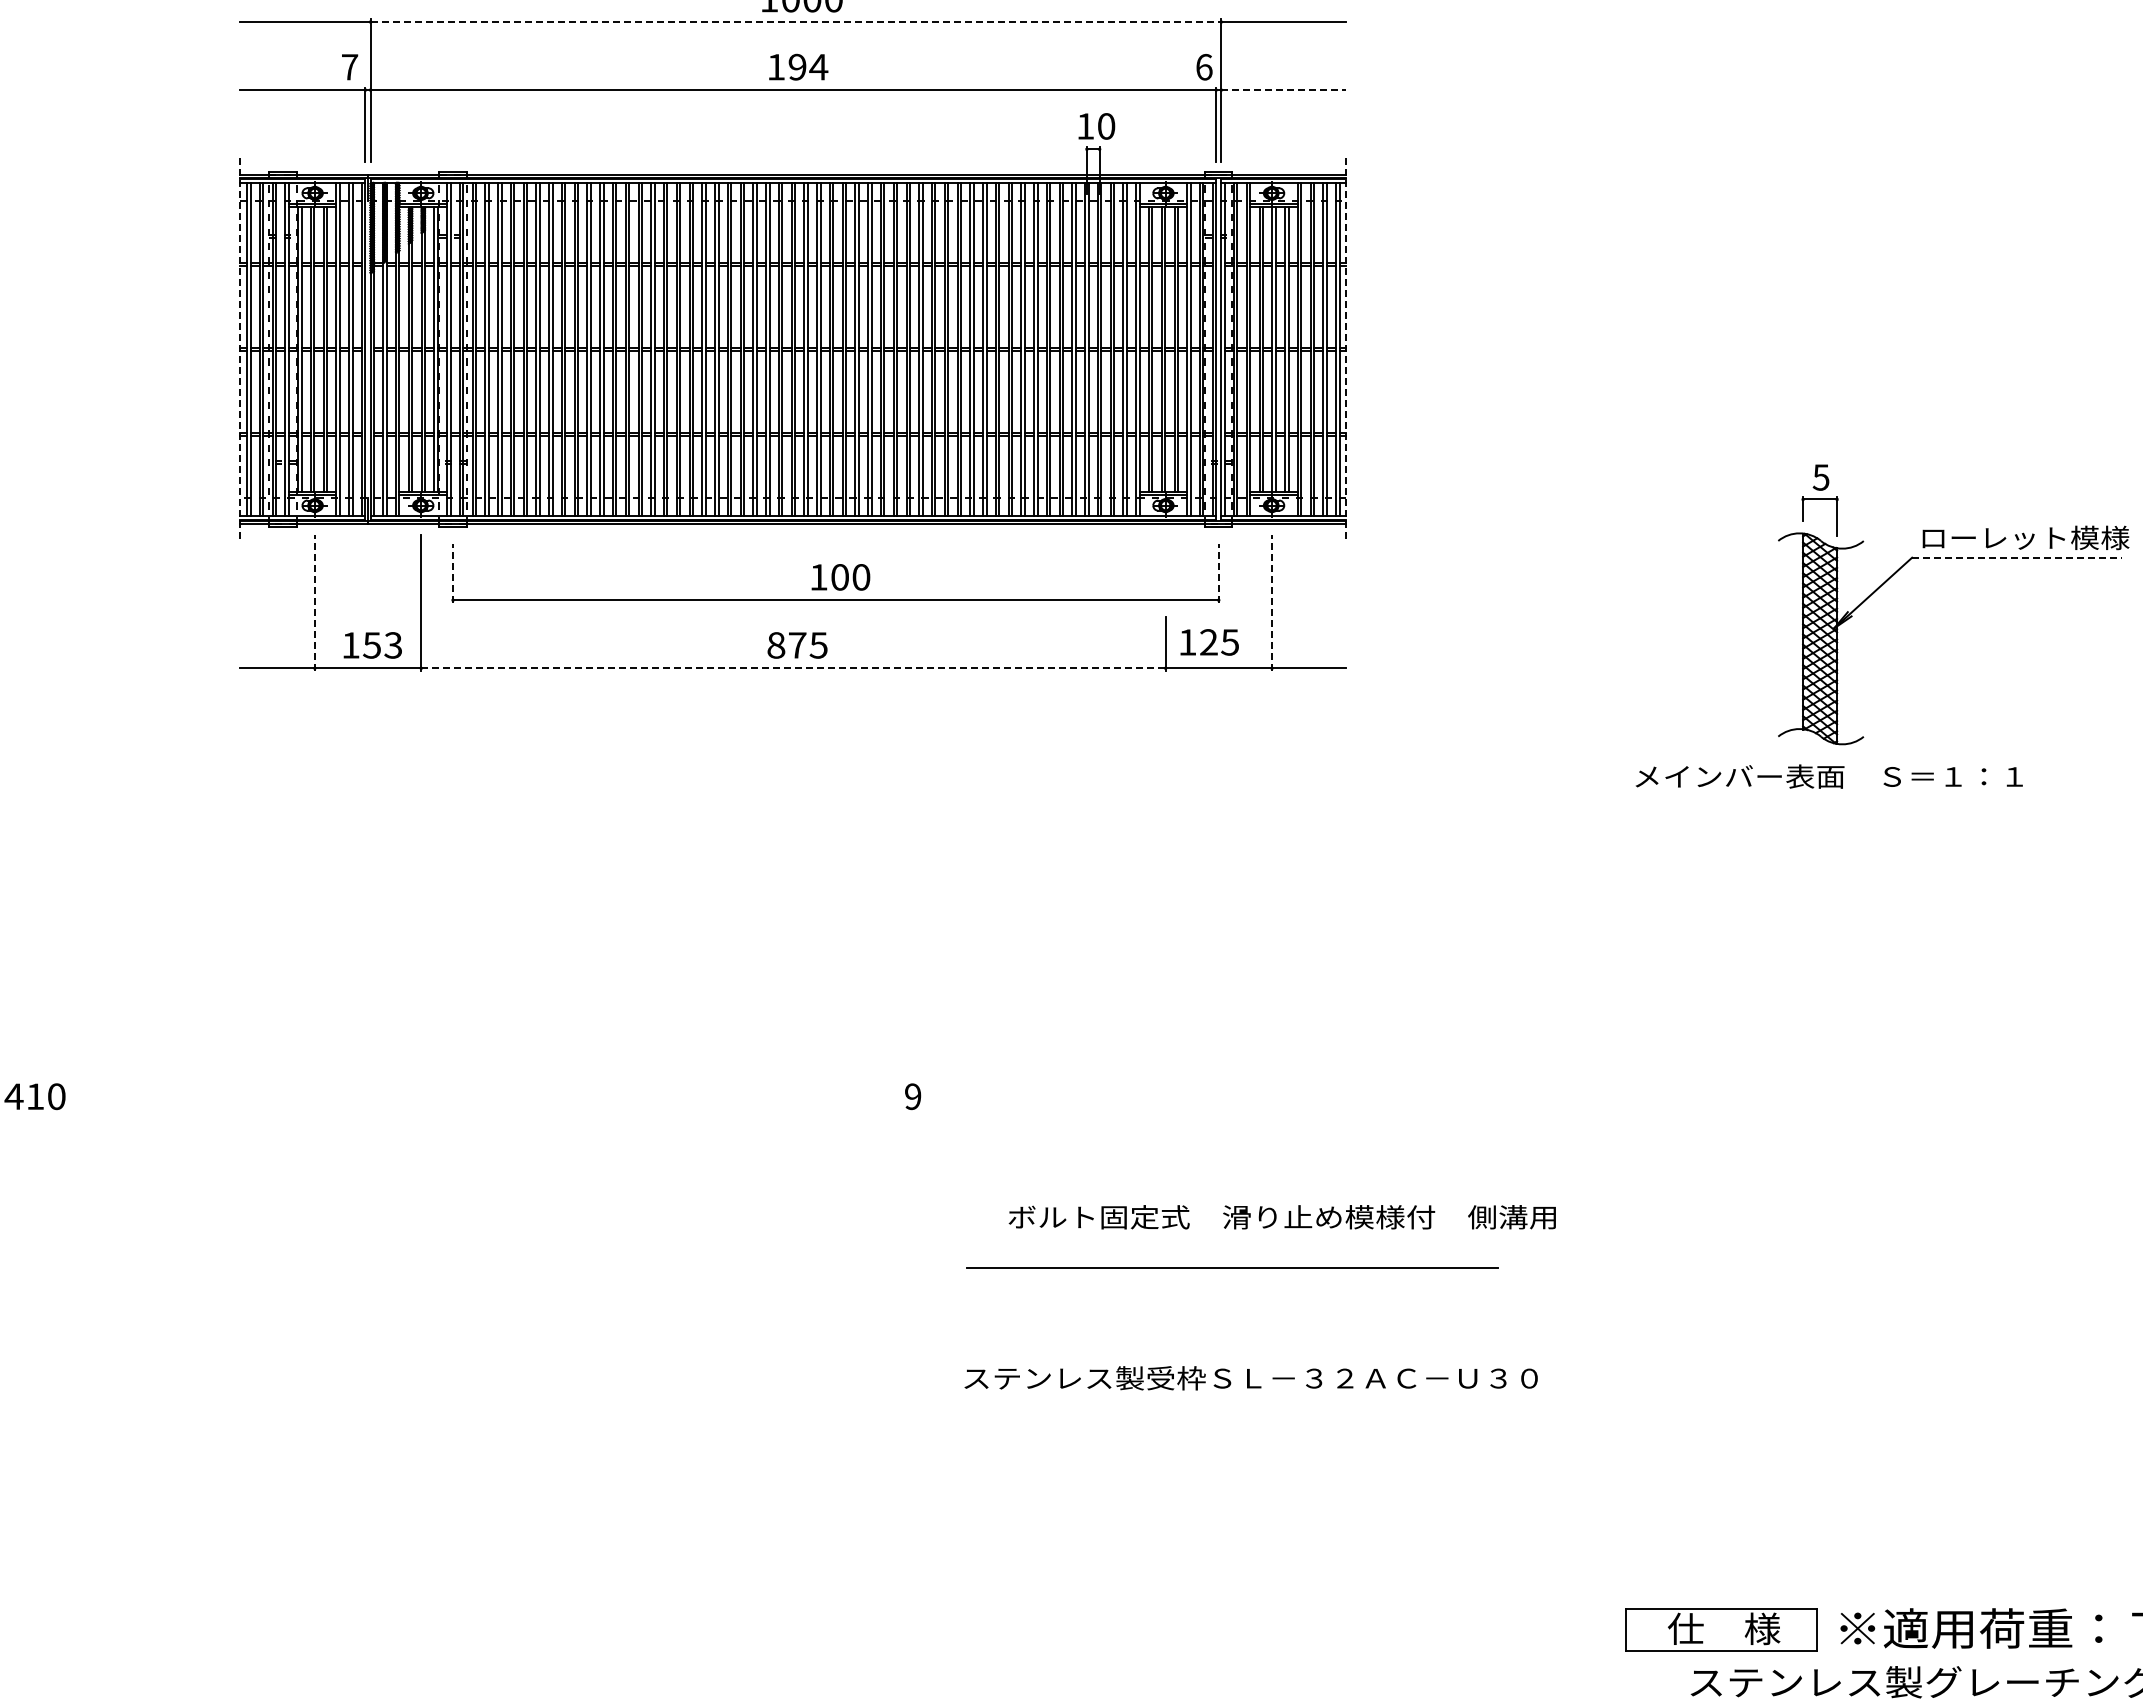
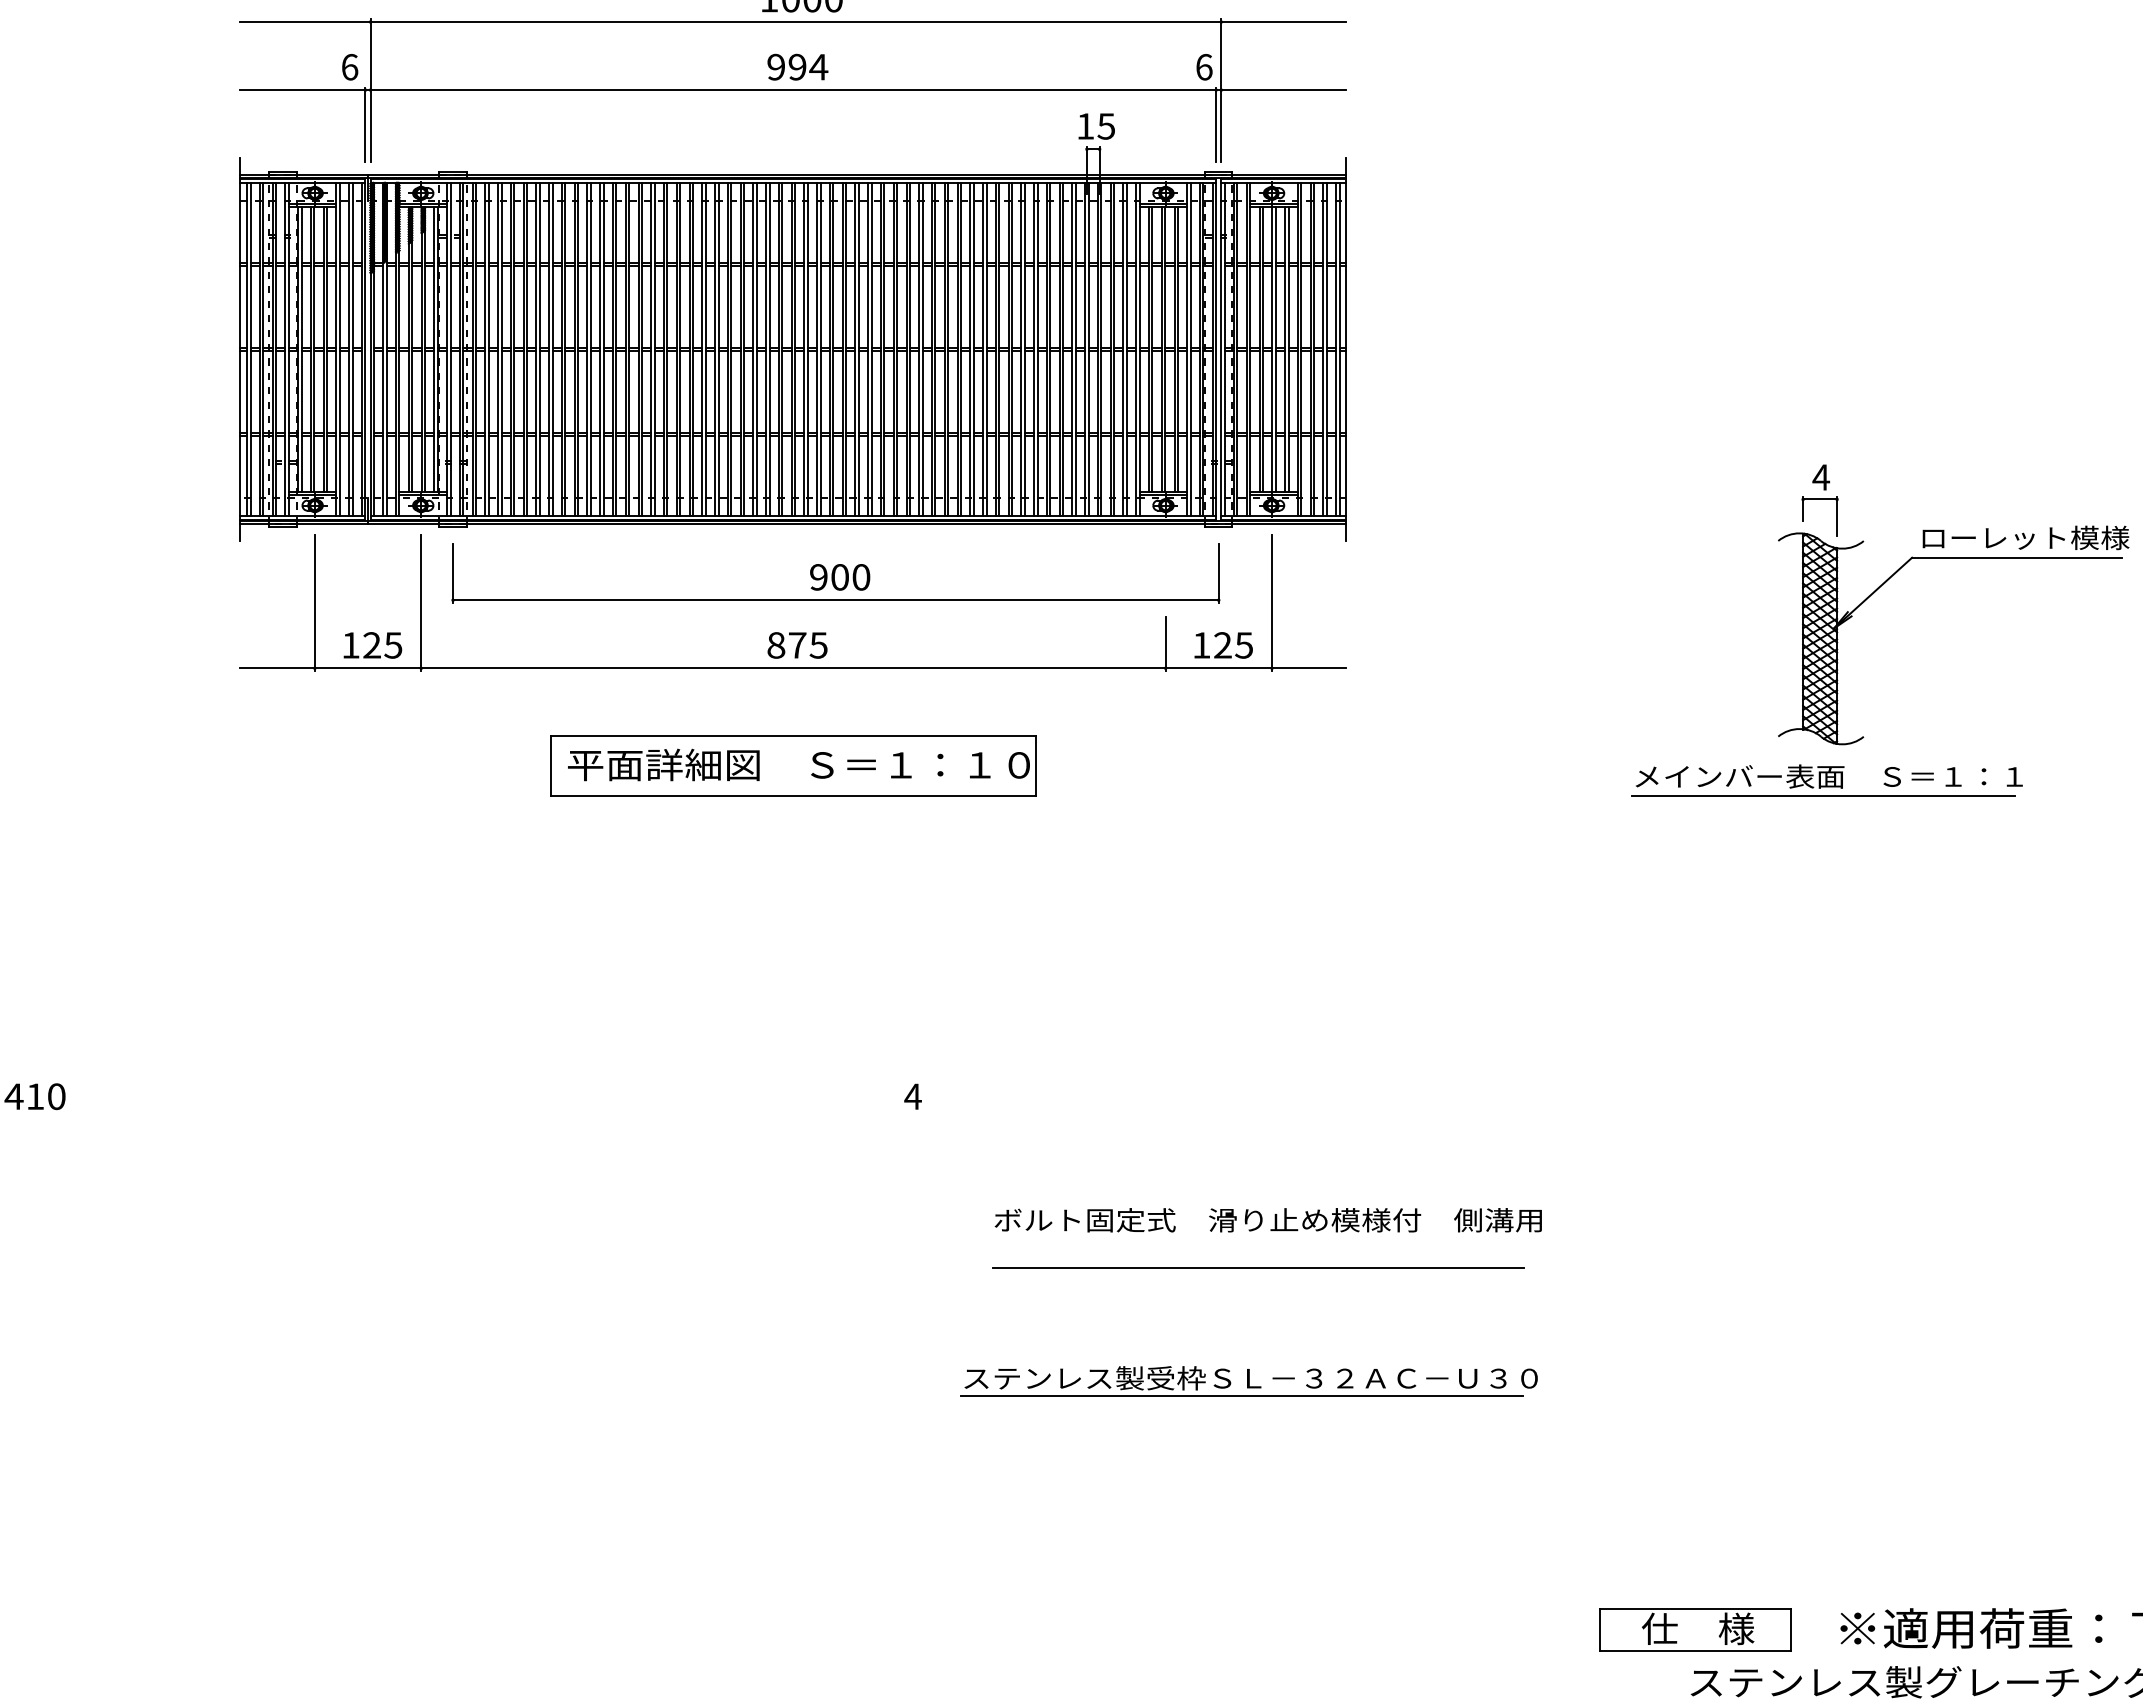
line at (796, 22): dashed -> solid
text at (775, 66): 194 -> 994
text at (350, 67): 7 -> 6
line at (1283, 90): dashed -> solid
text at (1106, 126): 10 -> 15
line at (240, 350): dashed -> solid
line at (1346, 350): dashed -> solid
text at (1821, 477): 5 -> 4
line at (2017, 557): dashed -> solid
line at (453, 572): dashed -> solid
line at (1218, 572): dashed -> solid
text at (818, 577): 100 -> 900
line at (314, 603): dashed -> solid
line at (1272, 603): dashed -> solid
text at (1209, 642) position: (1209, 642) -> (1223, 645)
text at (382, 645): 153 -> 125
line at (793, 668): dashed -> solid
part at (793, 765): none -> present
line at (1822, 795): none -> present
text at (912, 1096): 9 -> 4
text at (1281, 1217) position: (1281, 1217) -> (1267, 1220)
line at (1232, 1267) position: (1232, 1267) -> (1258, 1267)
line at (1241, 1396): none -> present
part at (1721, 1629) position: (1721, 1629) -> (1695, 1629)
